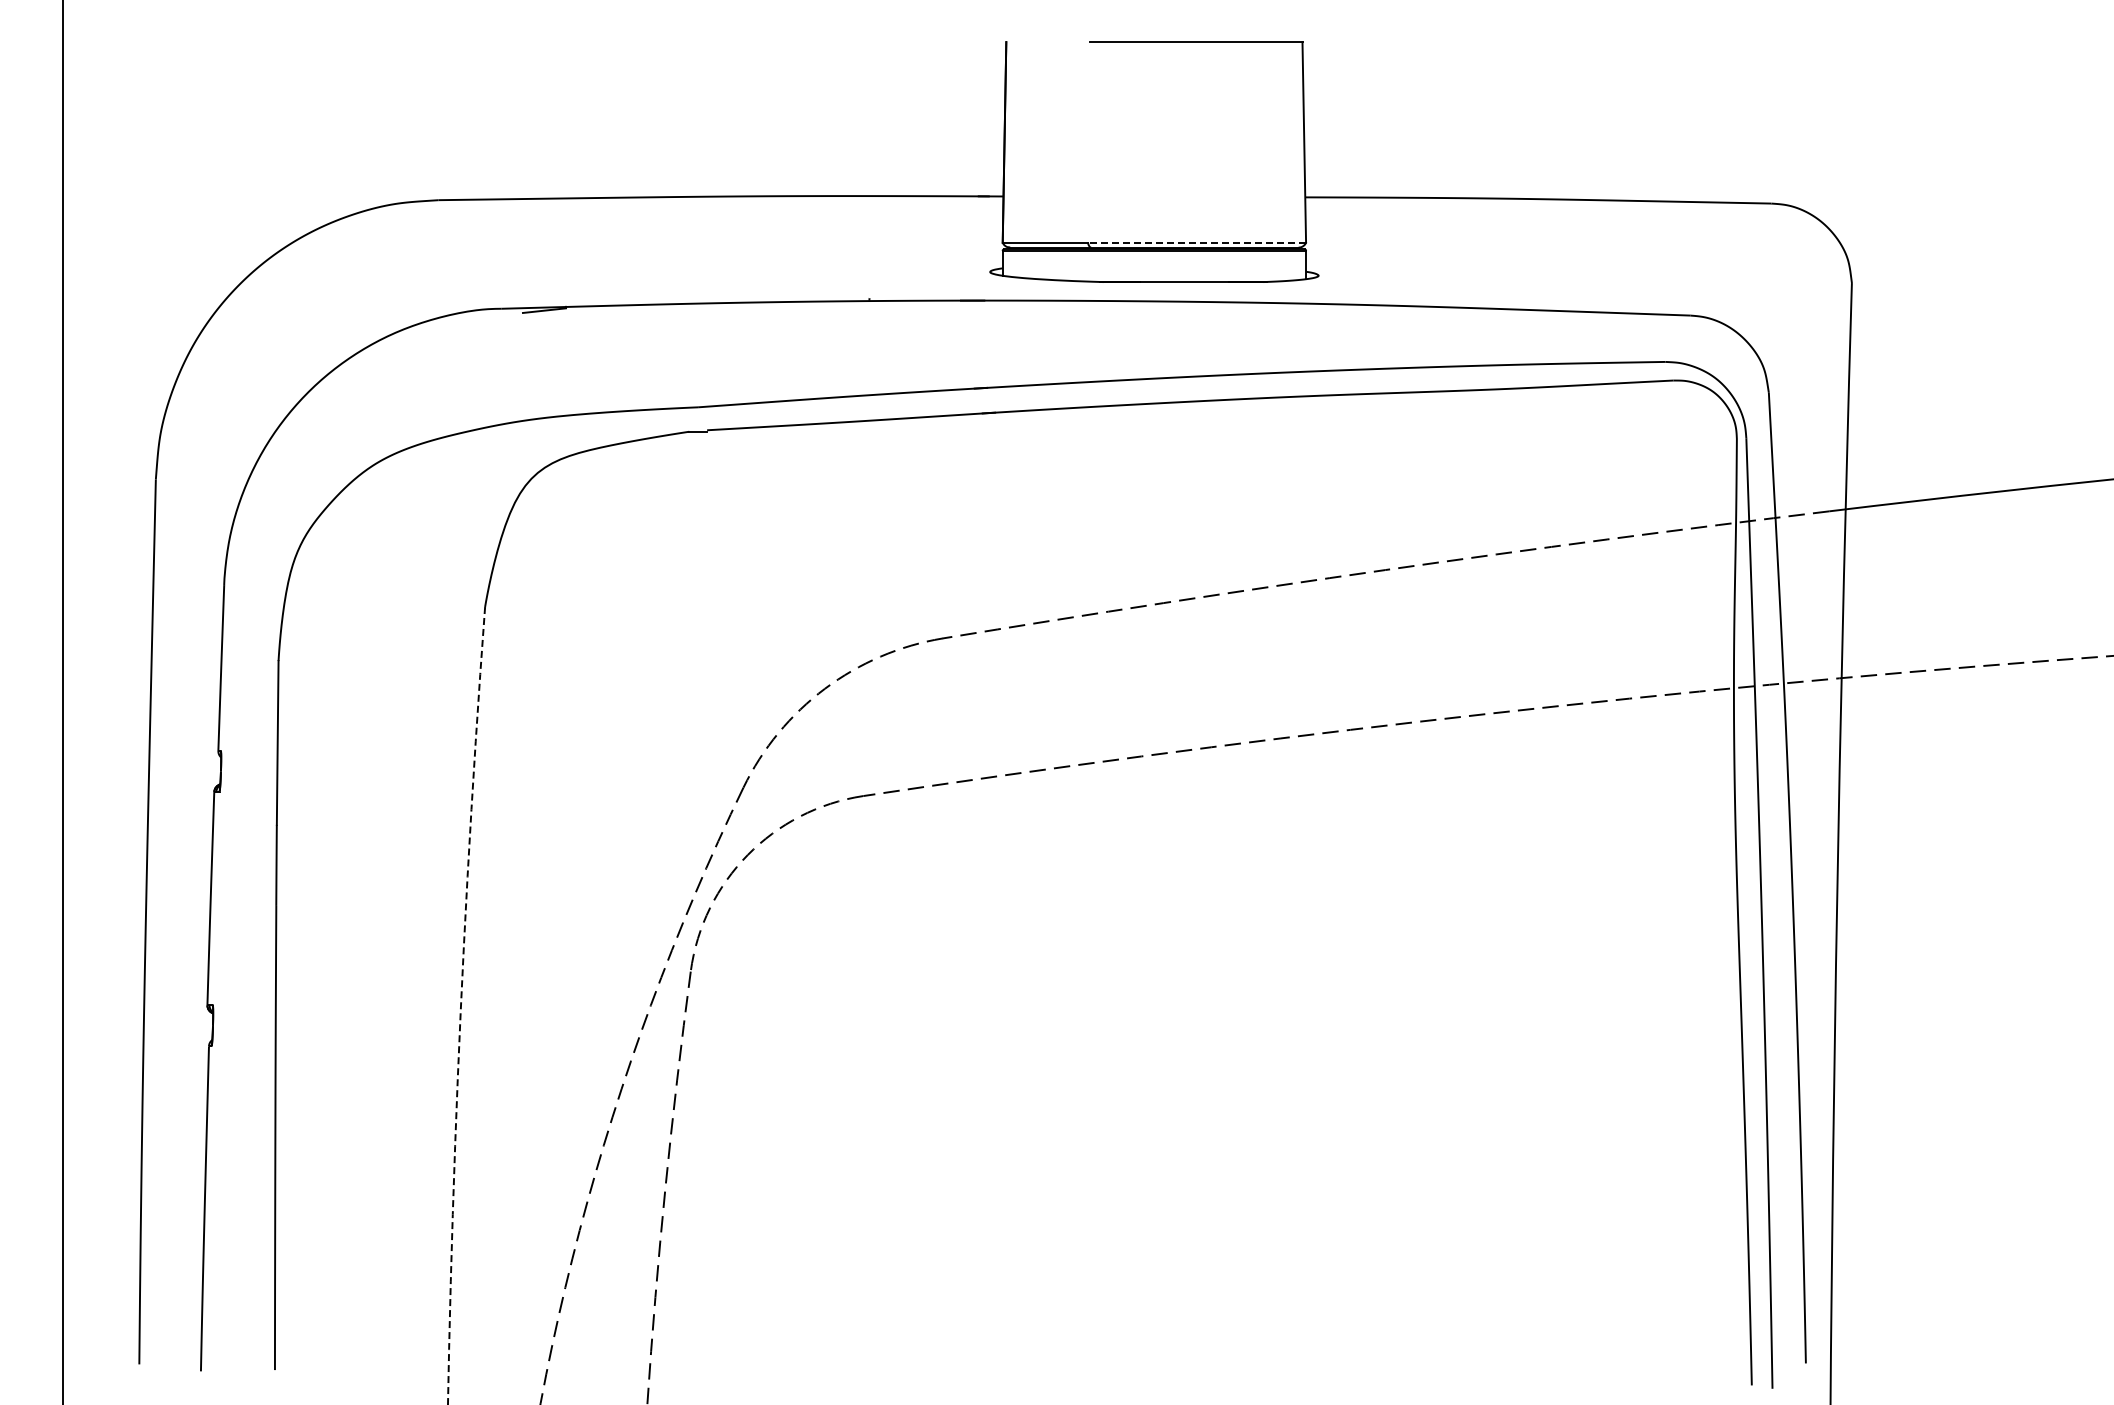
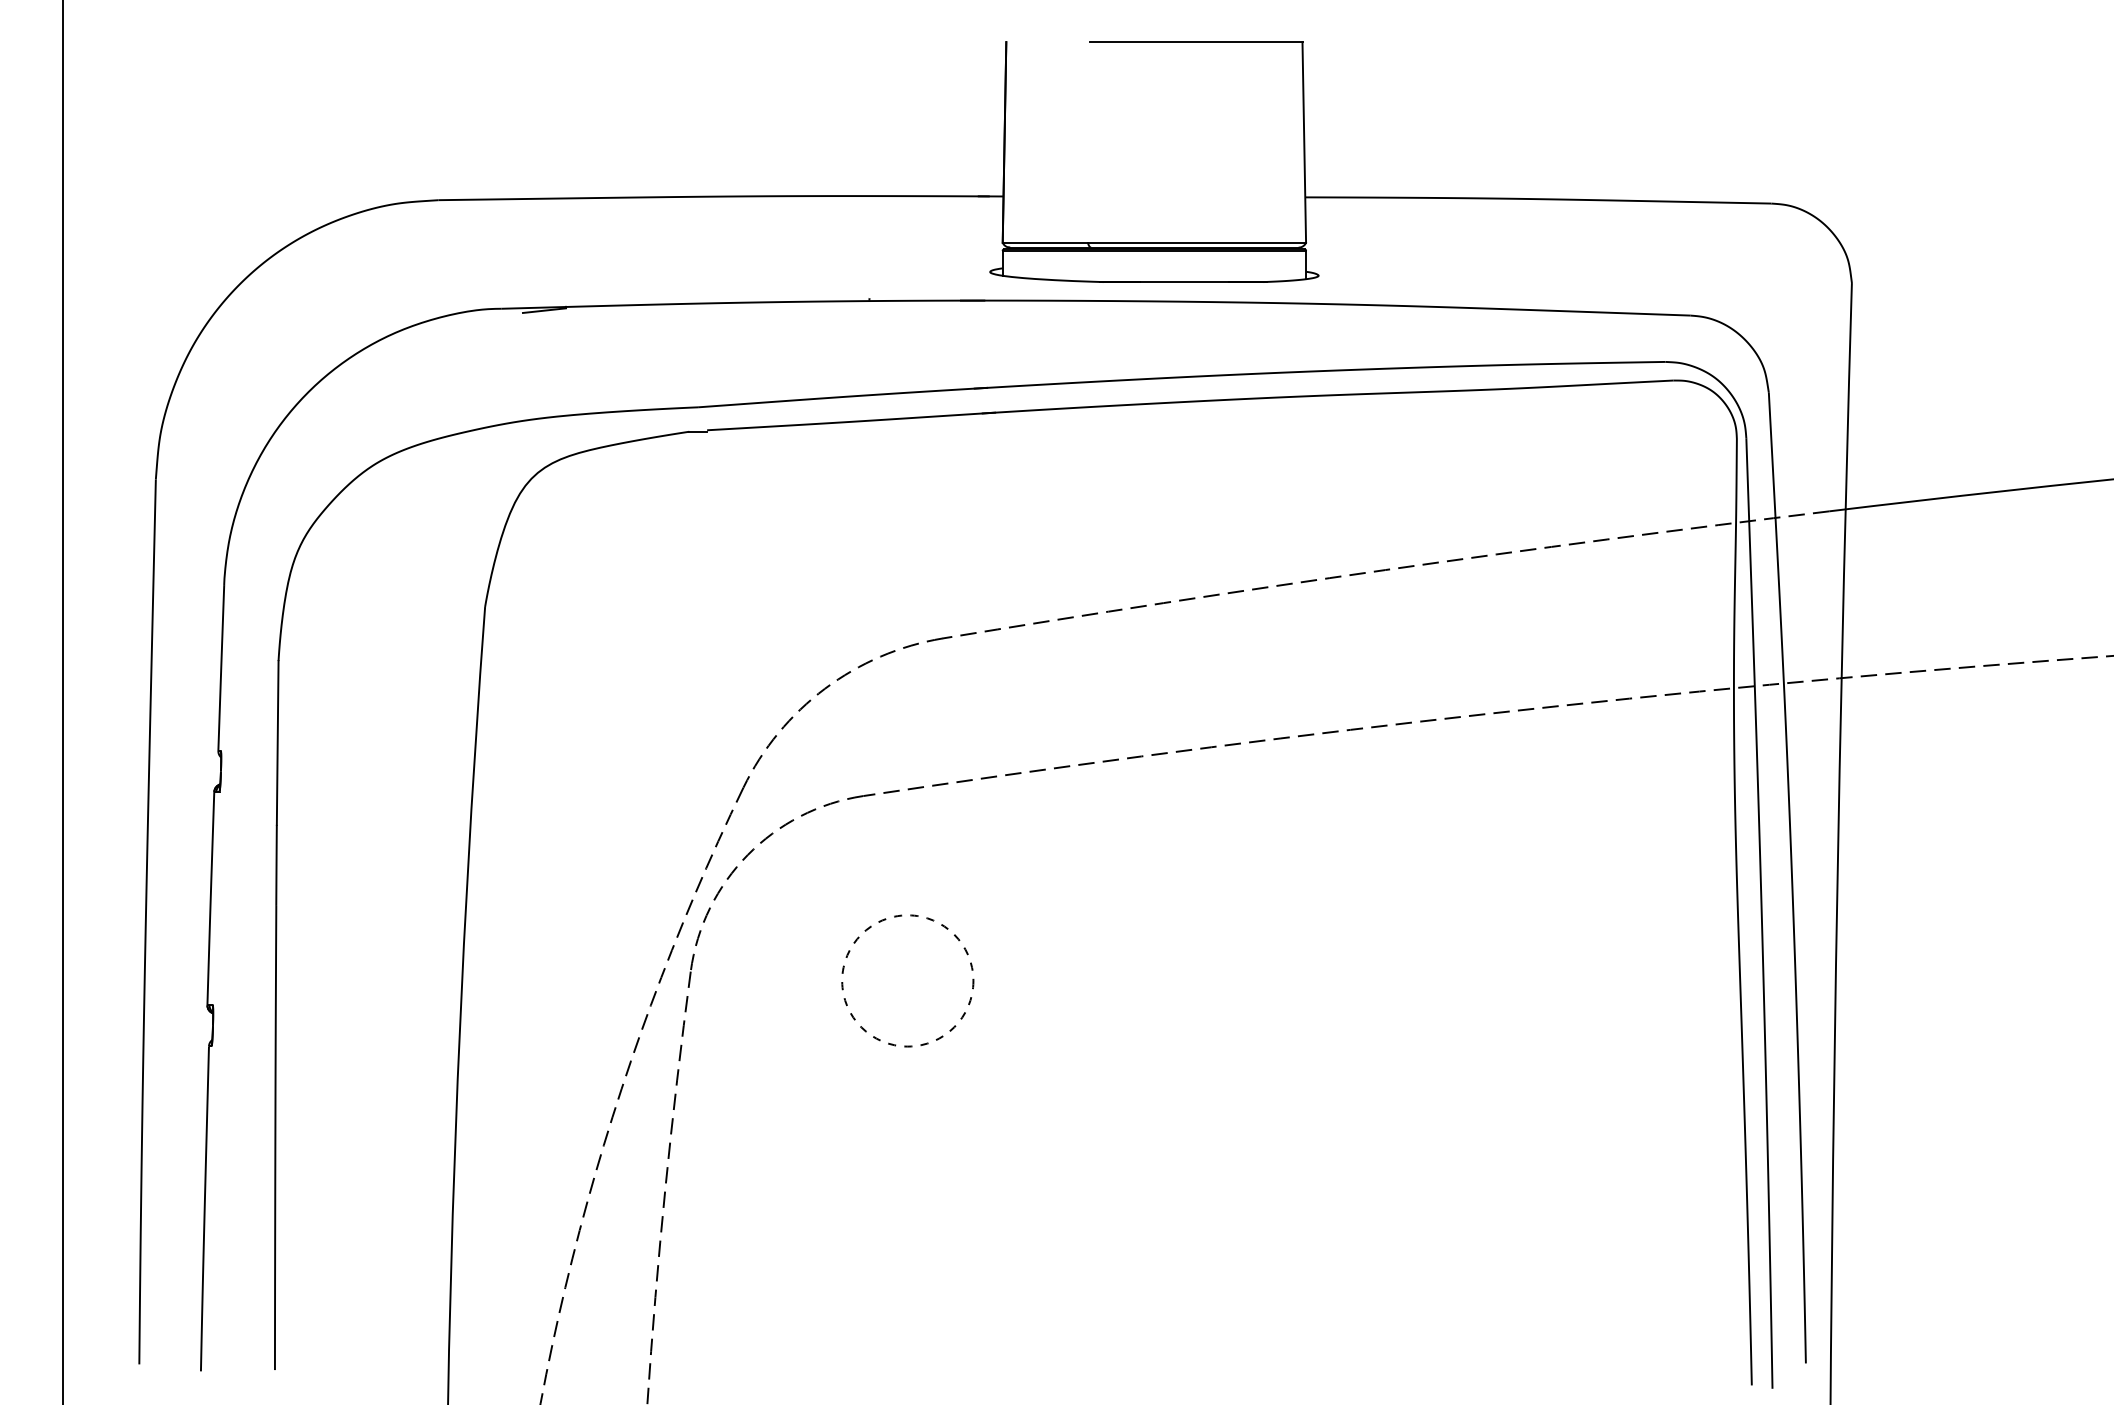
line at (1196, 242): dashed -> solid
circle at (907, 980): none -> present
arc at (461, 1005): dashed -> solid
